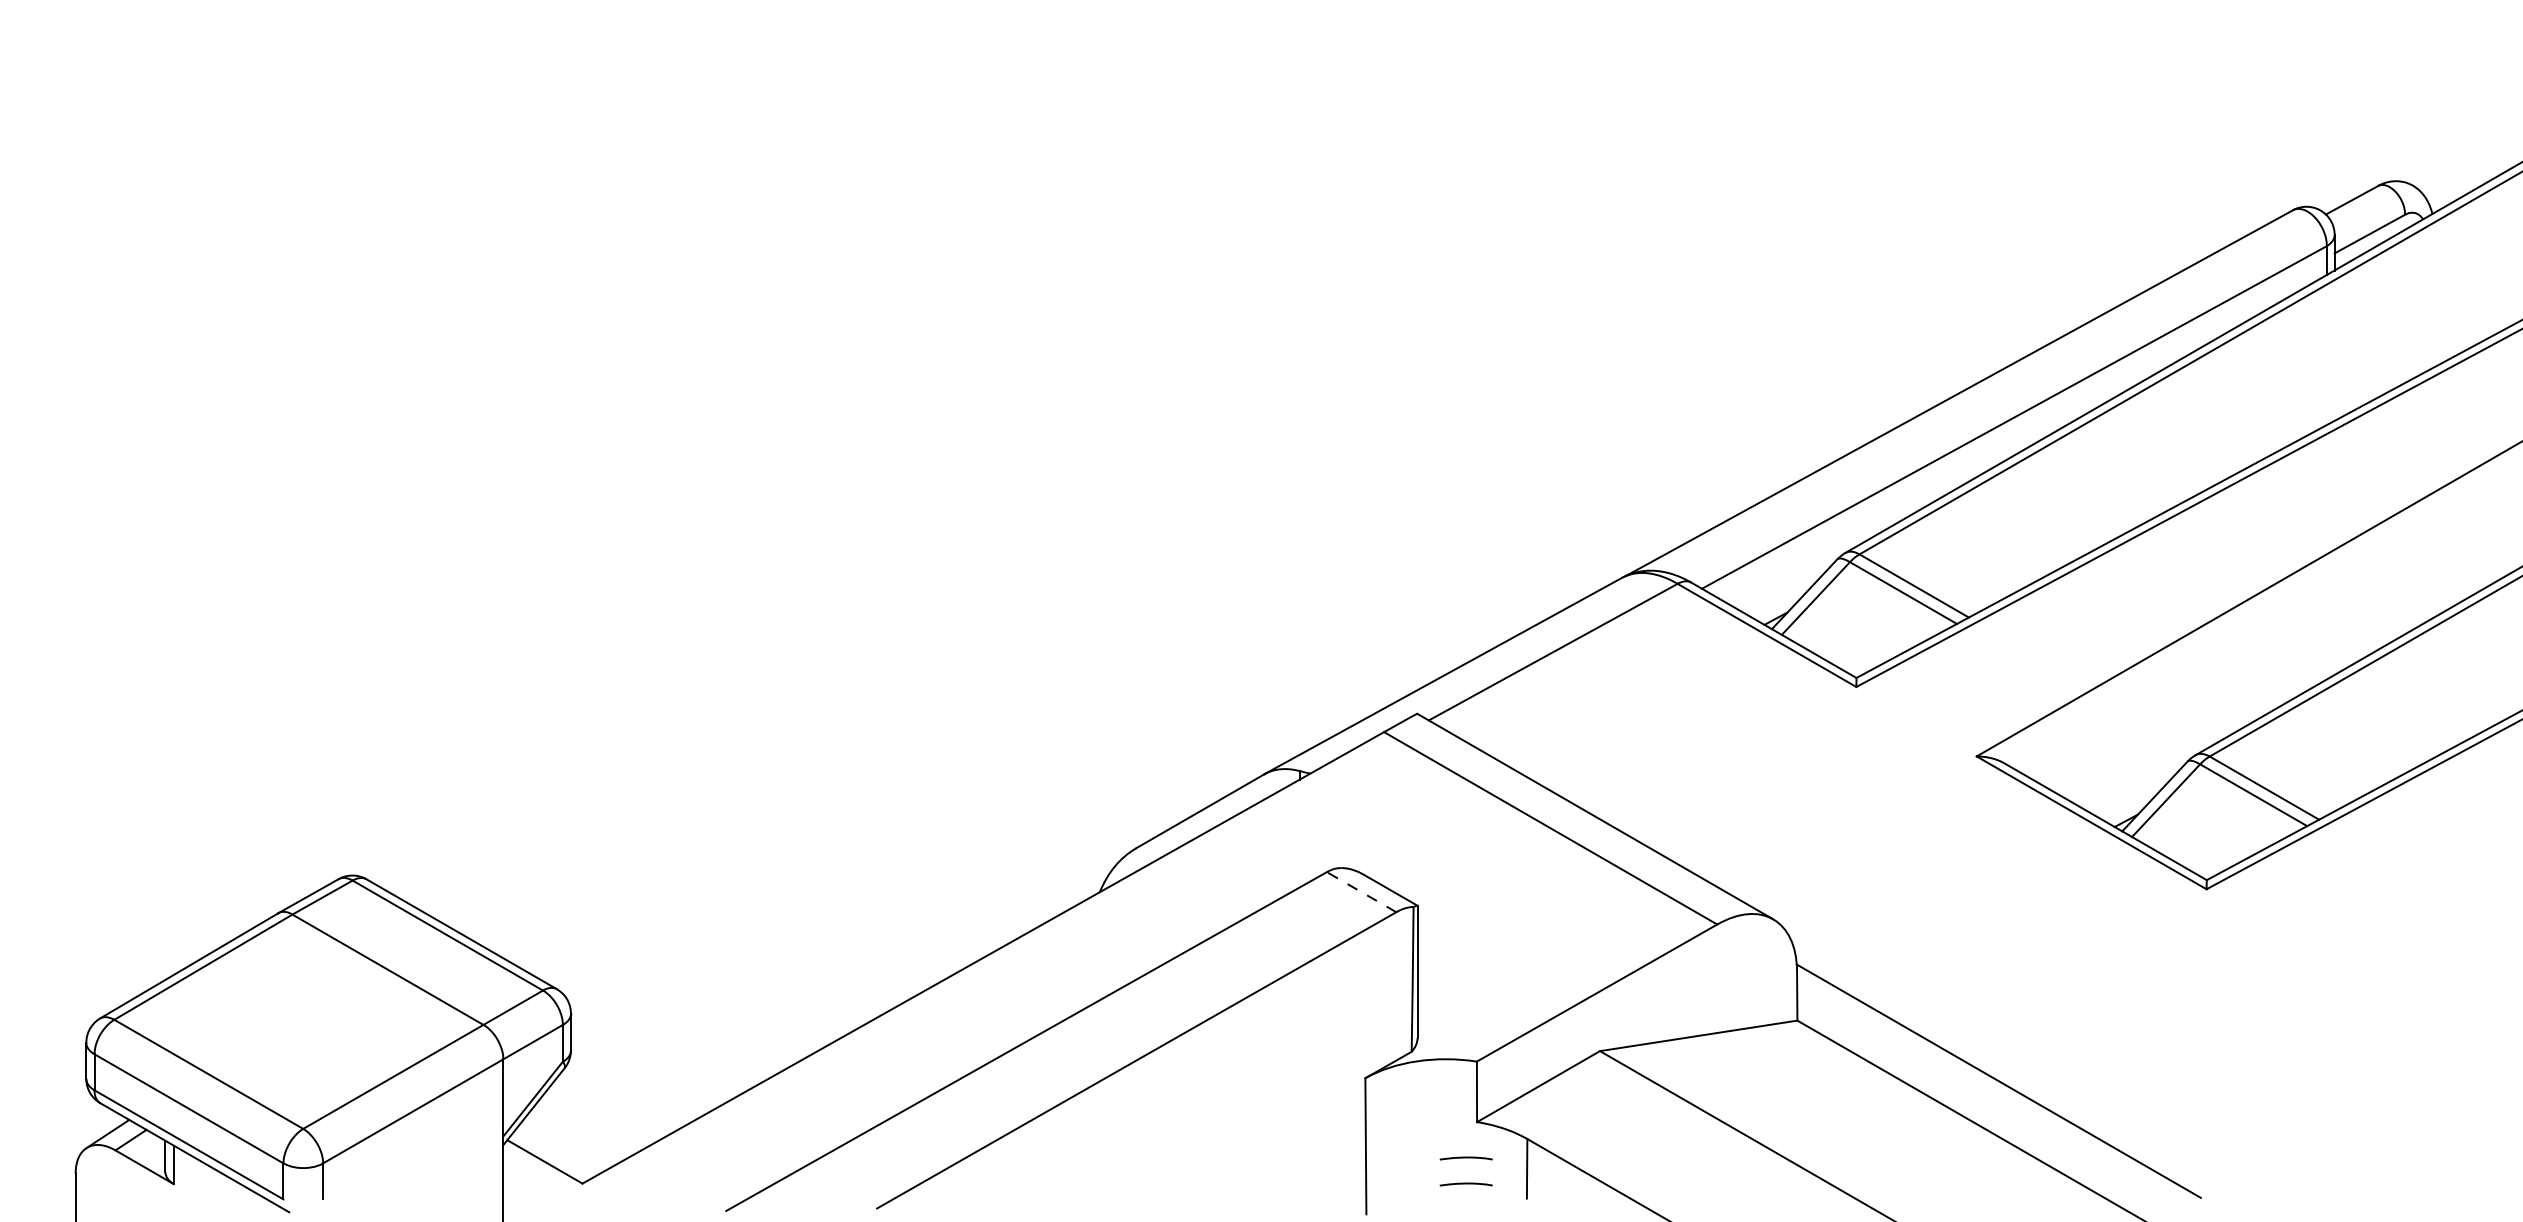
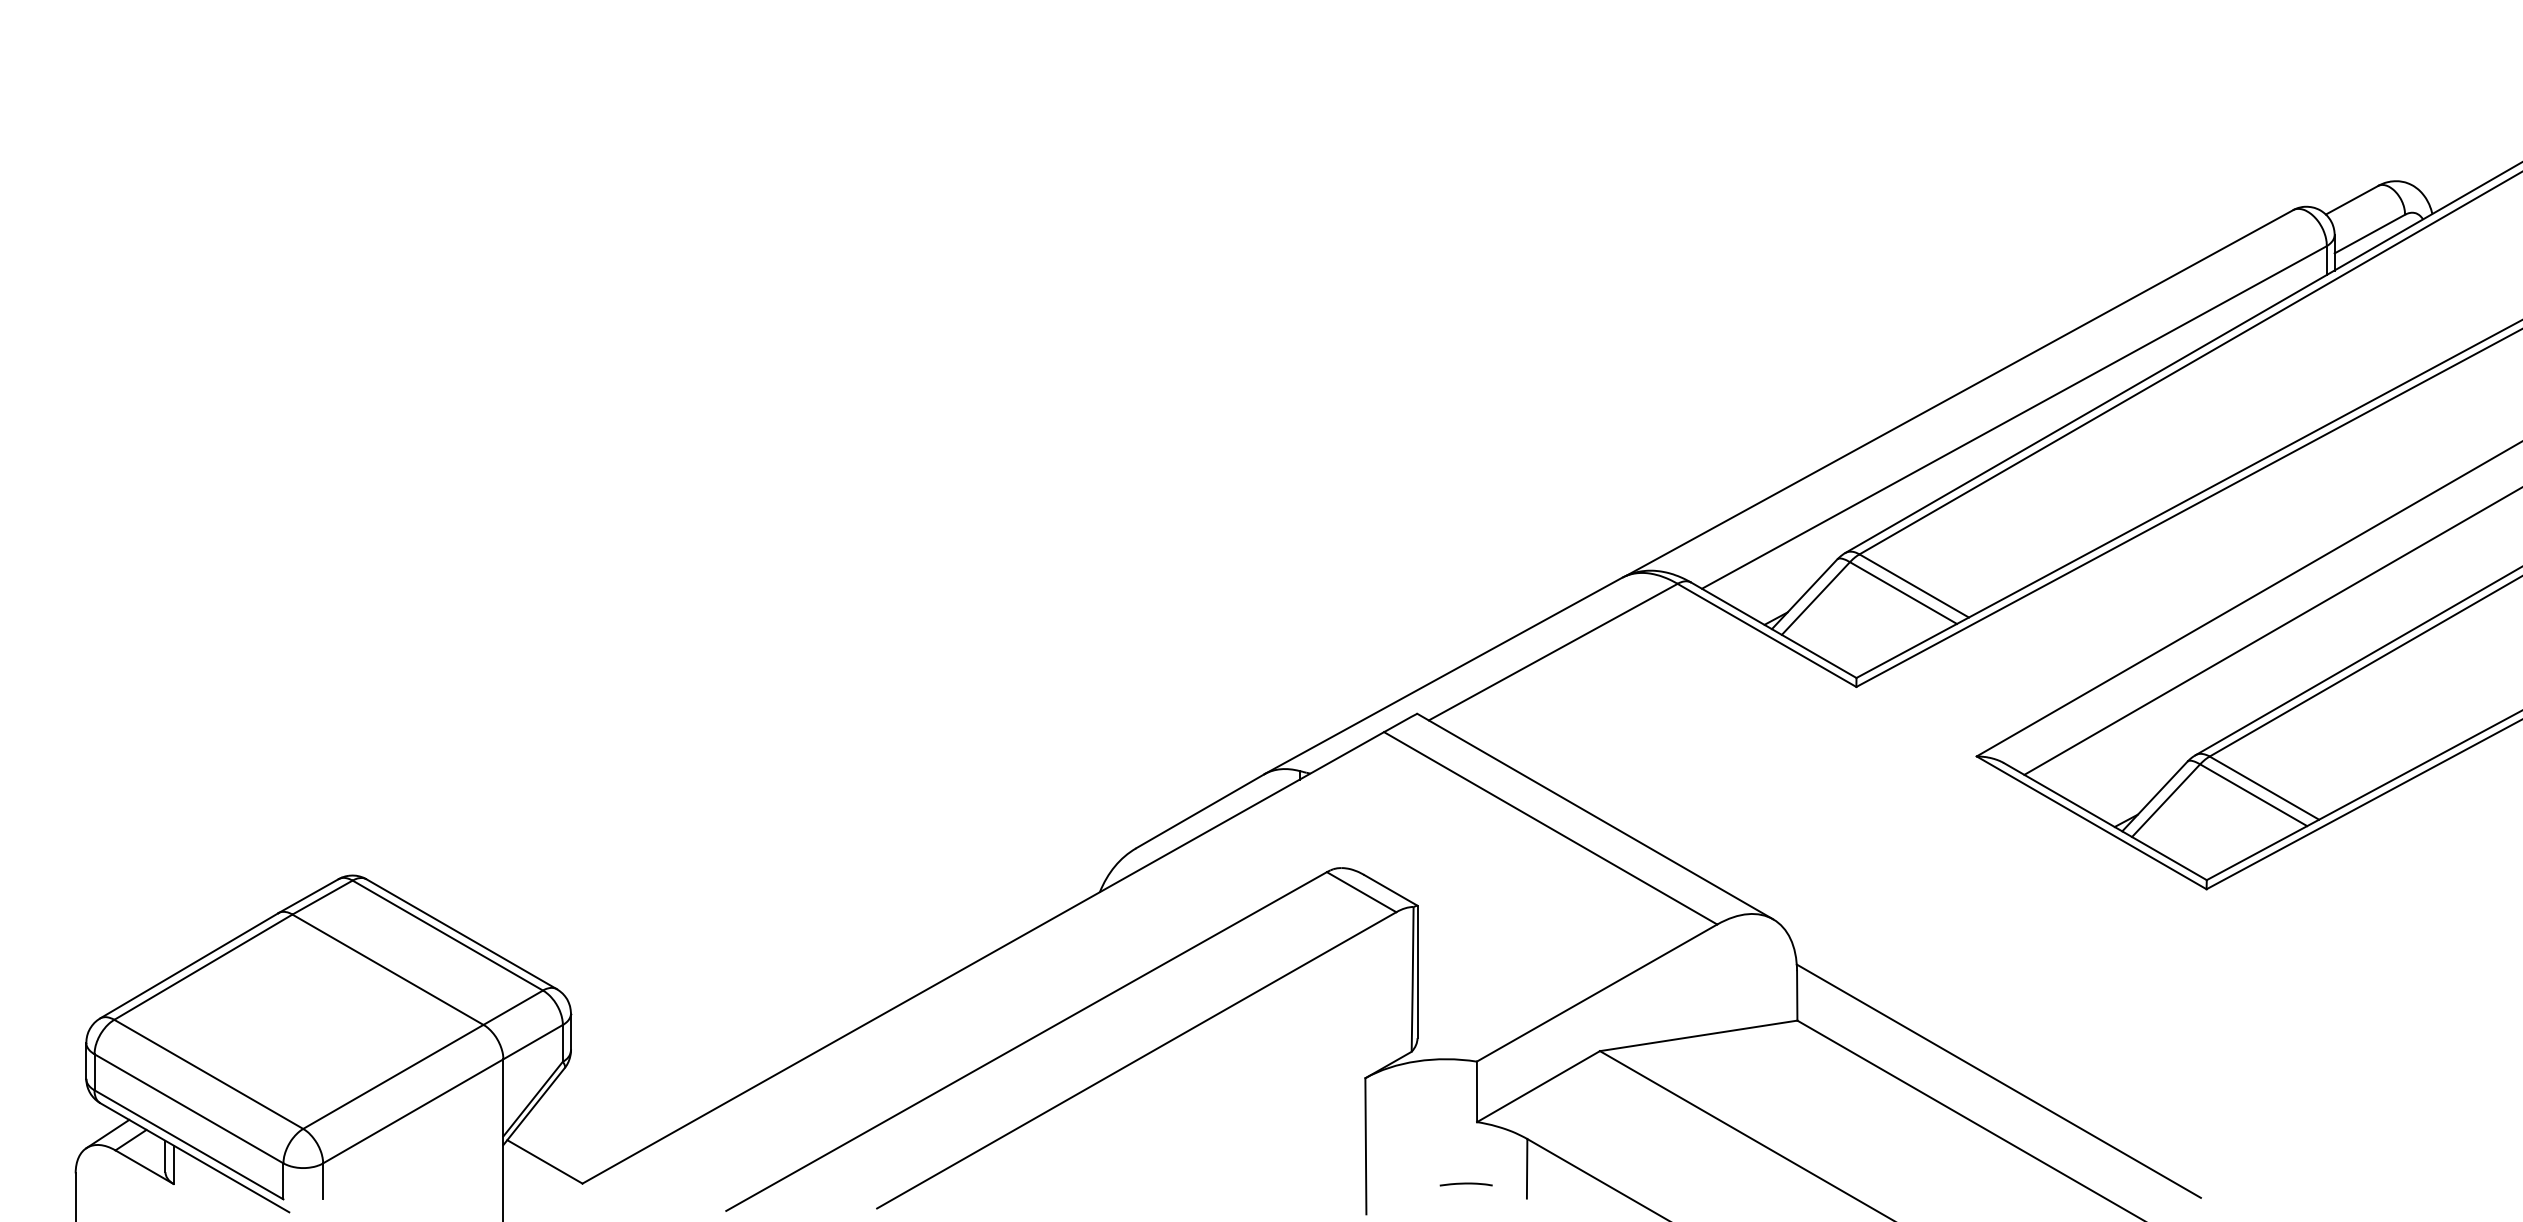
line at (2271, 631): none -> present
line at (1361, 891): dashed -> solid
curve at (1465, 1158): present -> none
